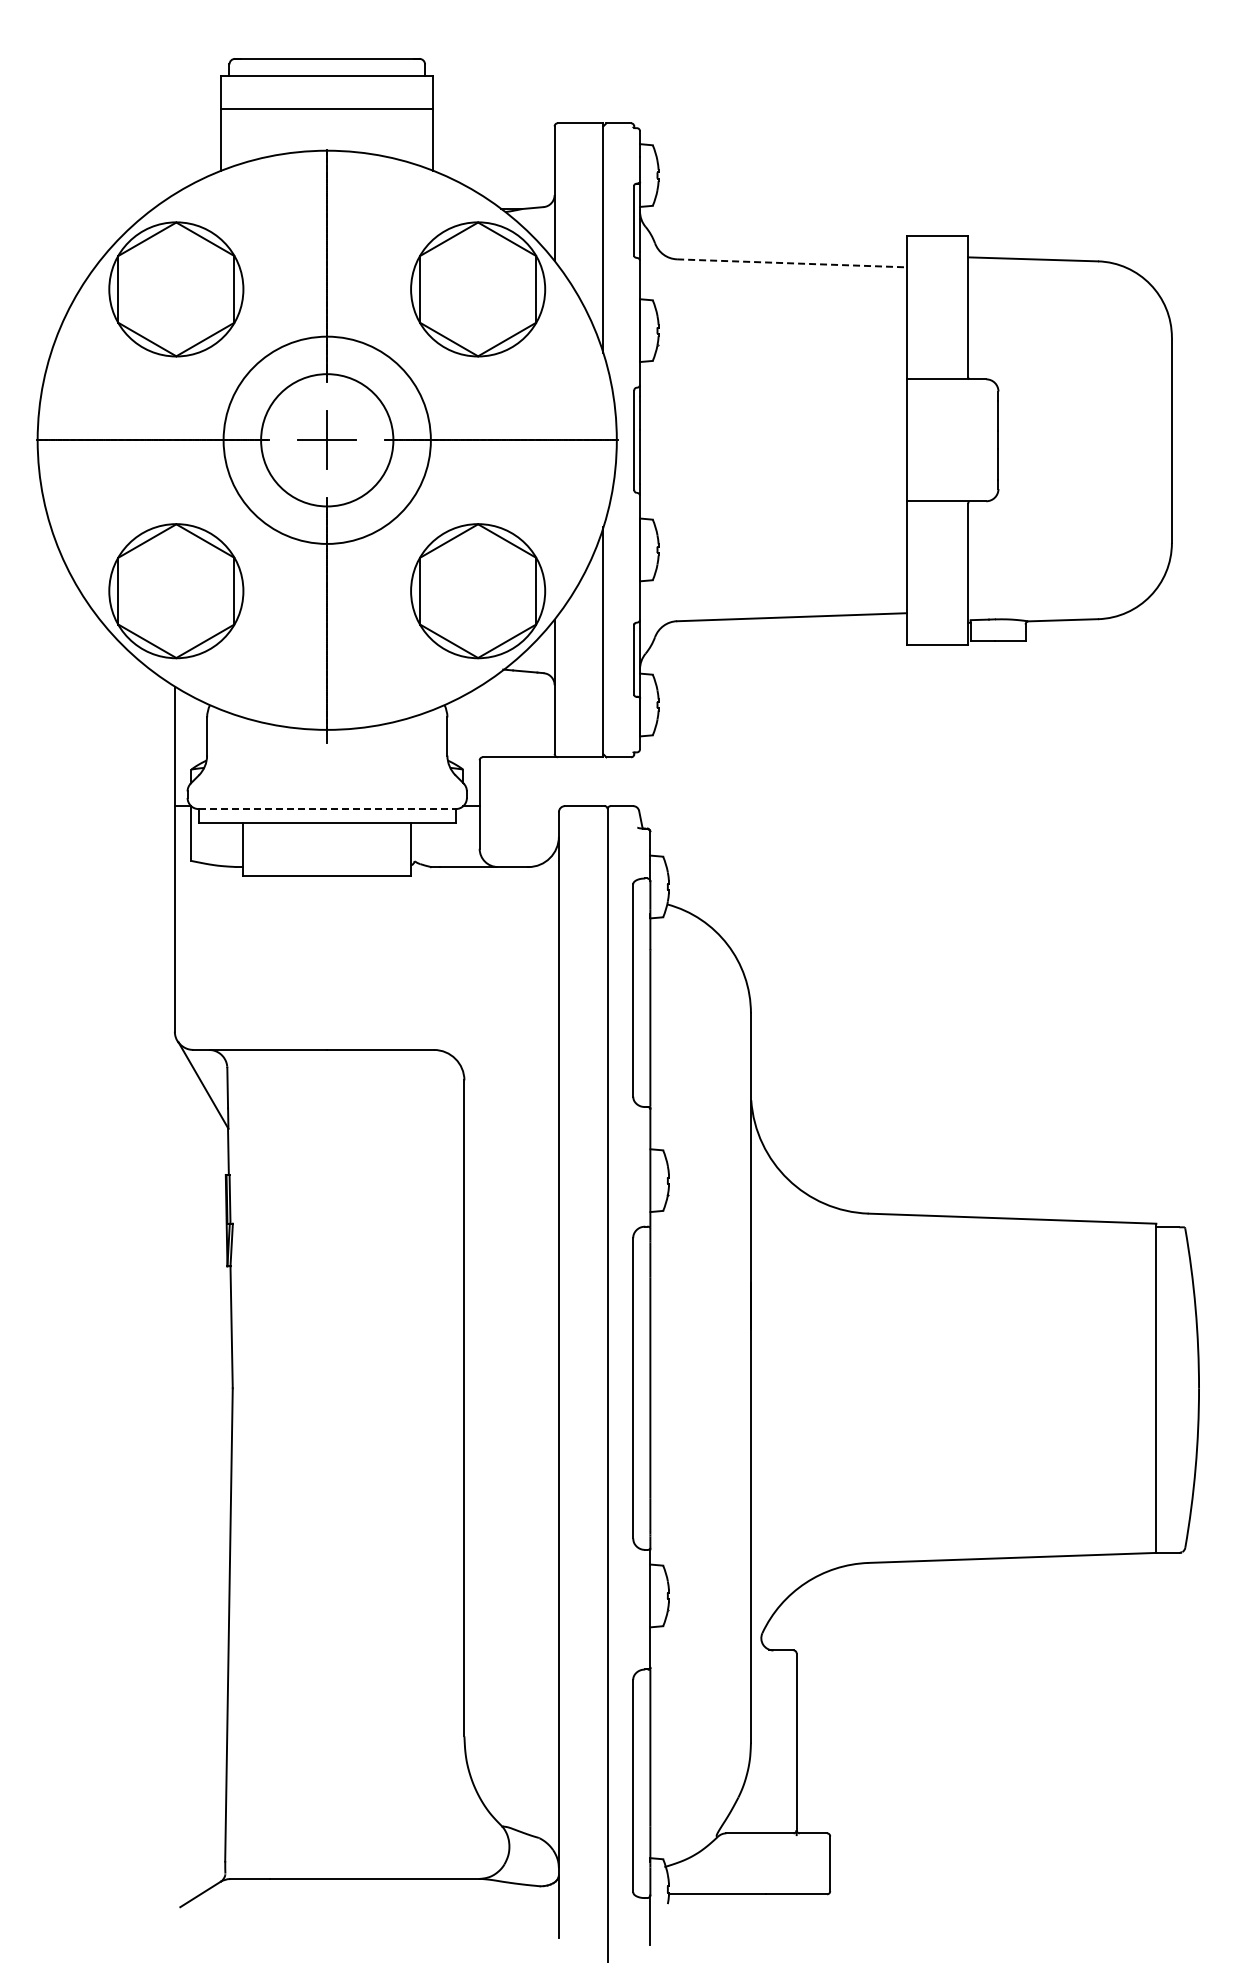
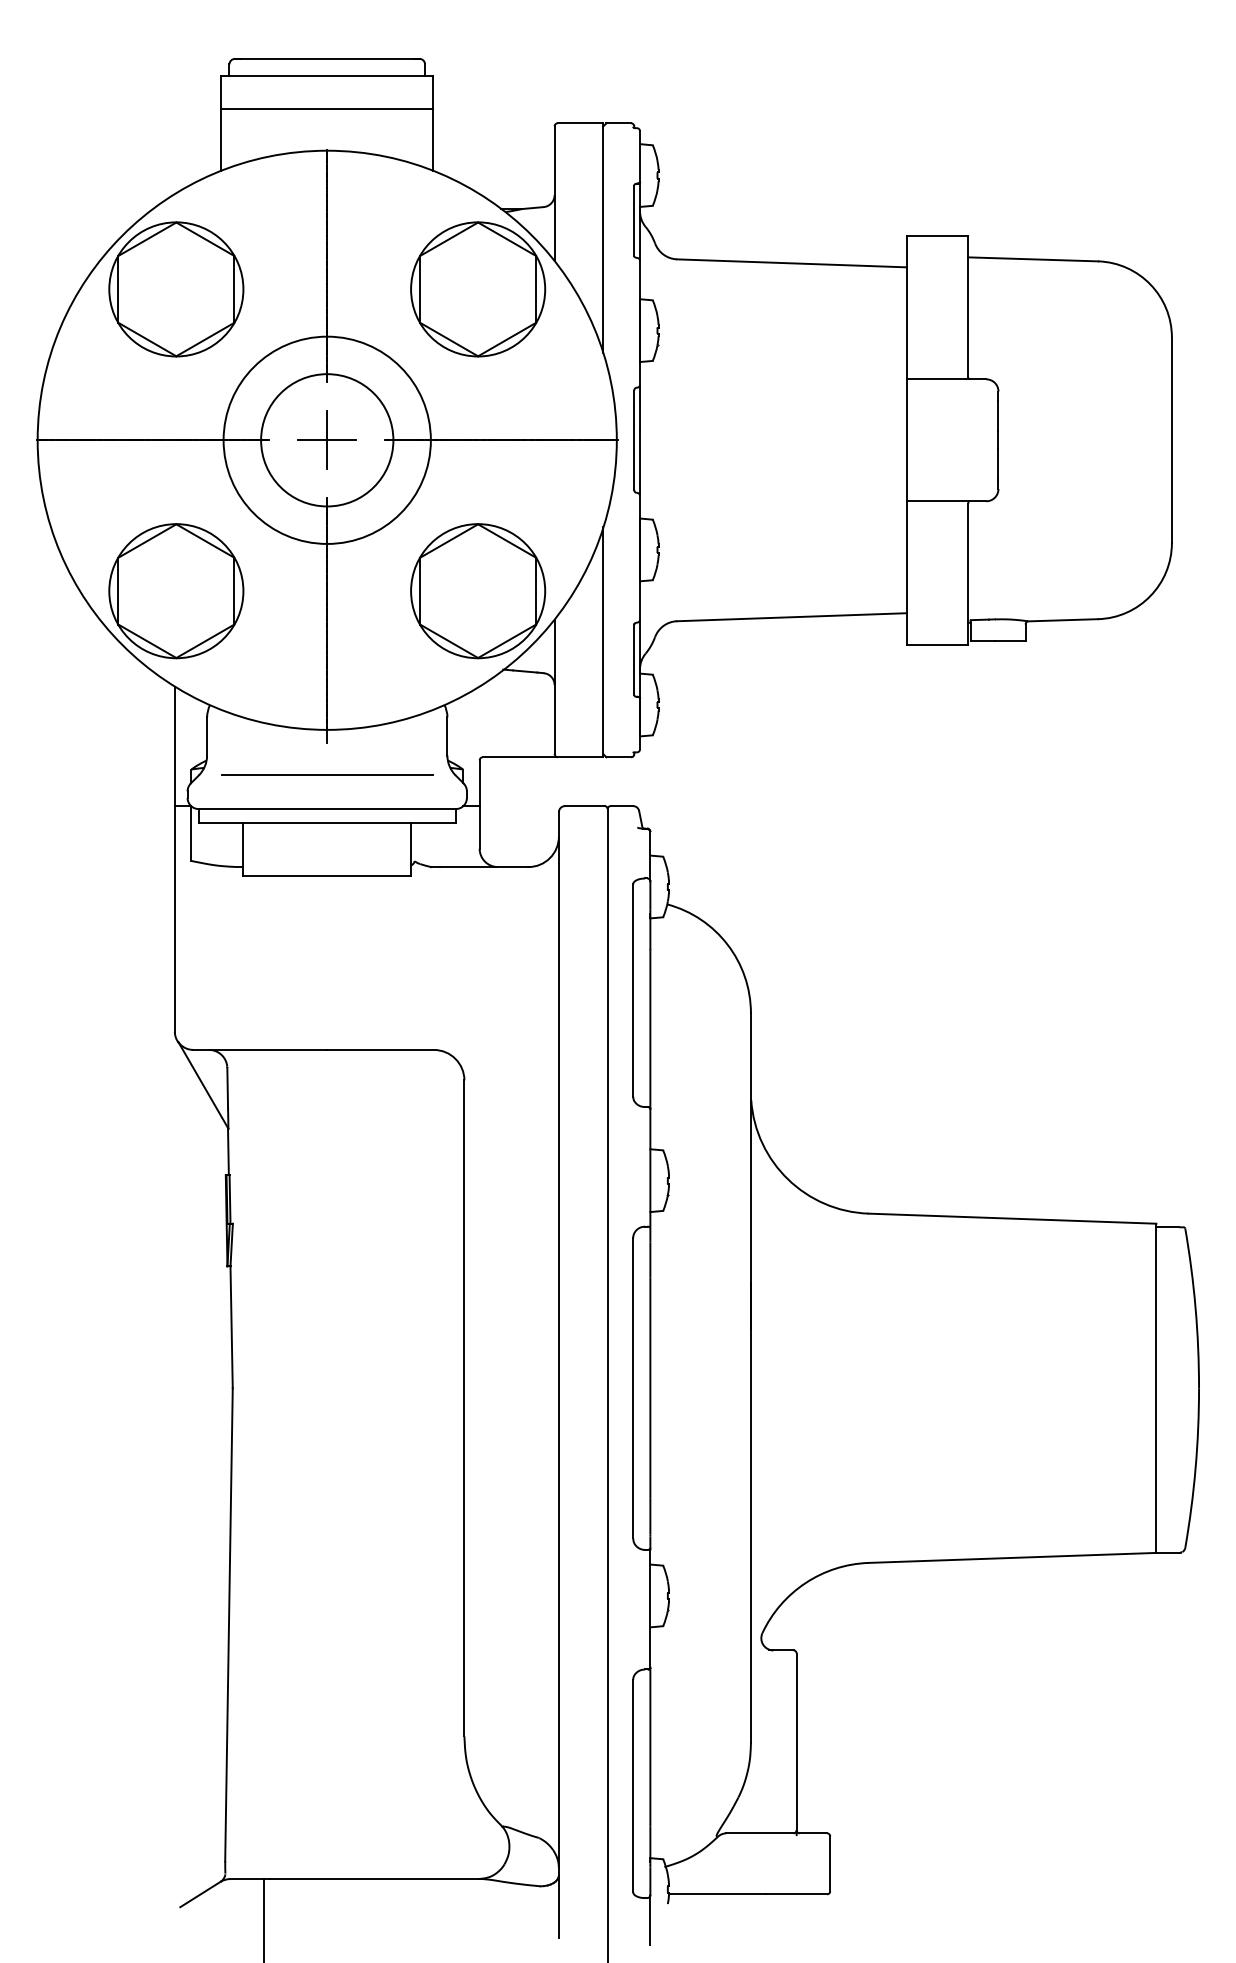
line at (792, 263): dashed -> solid
line at (327, 774): none -> present
line at (327, 809): dashed -> solid
line at (263, 1919): none -> present
